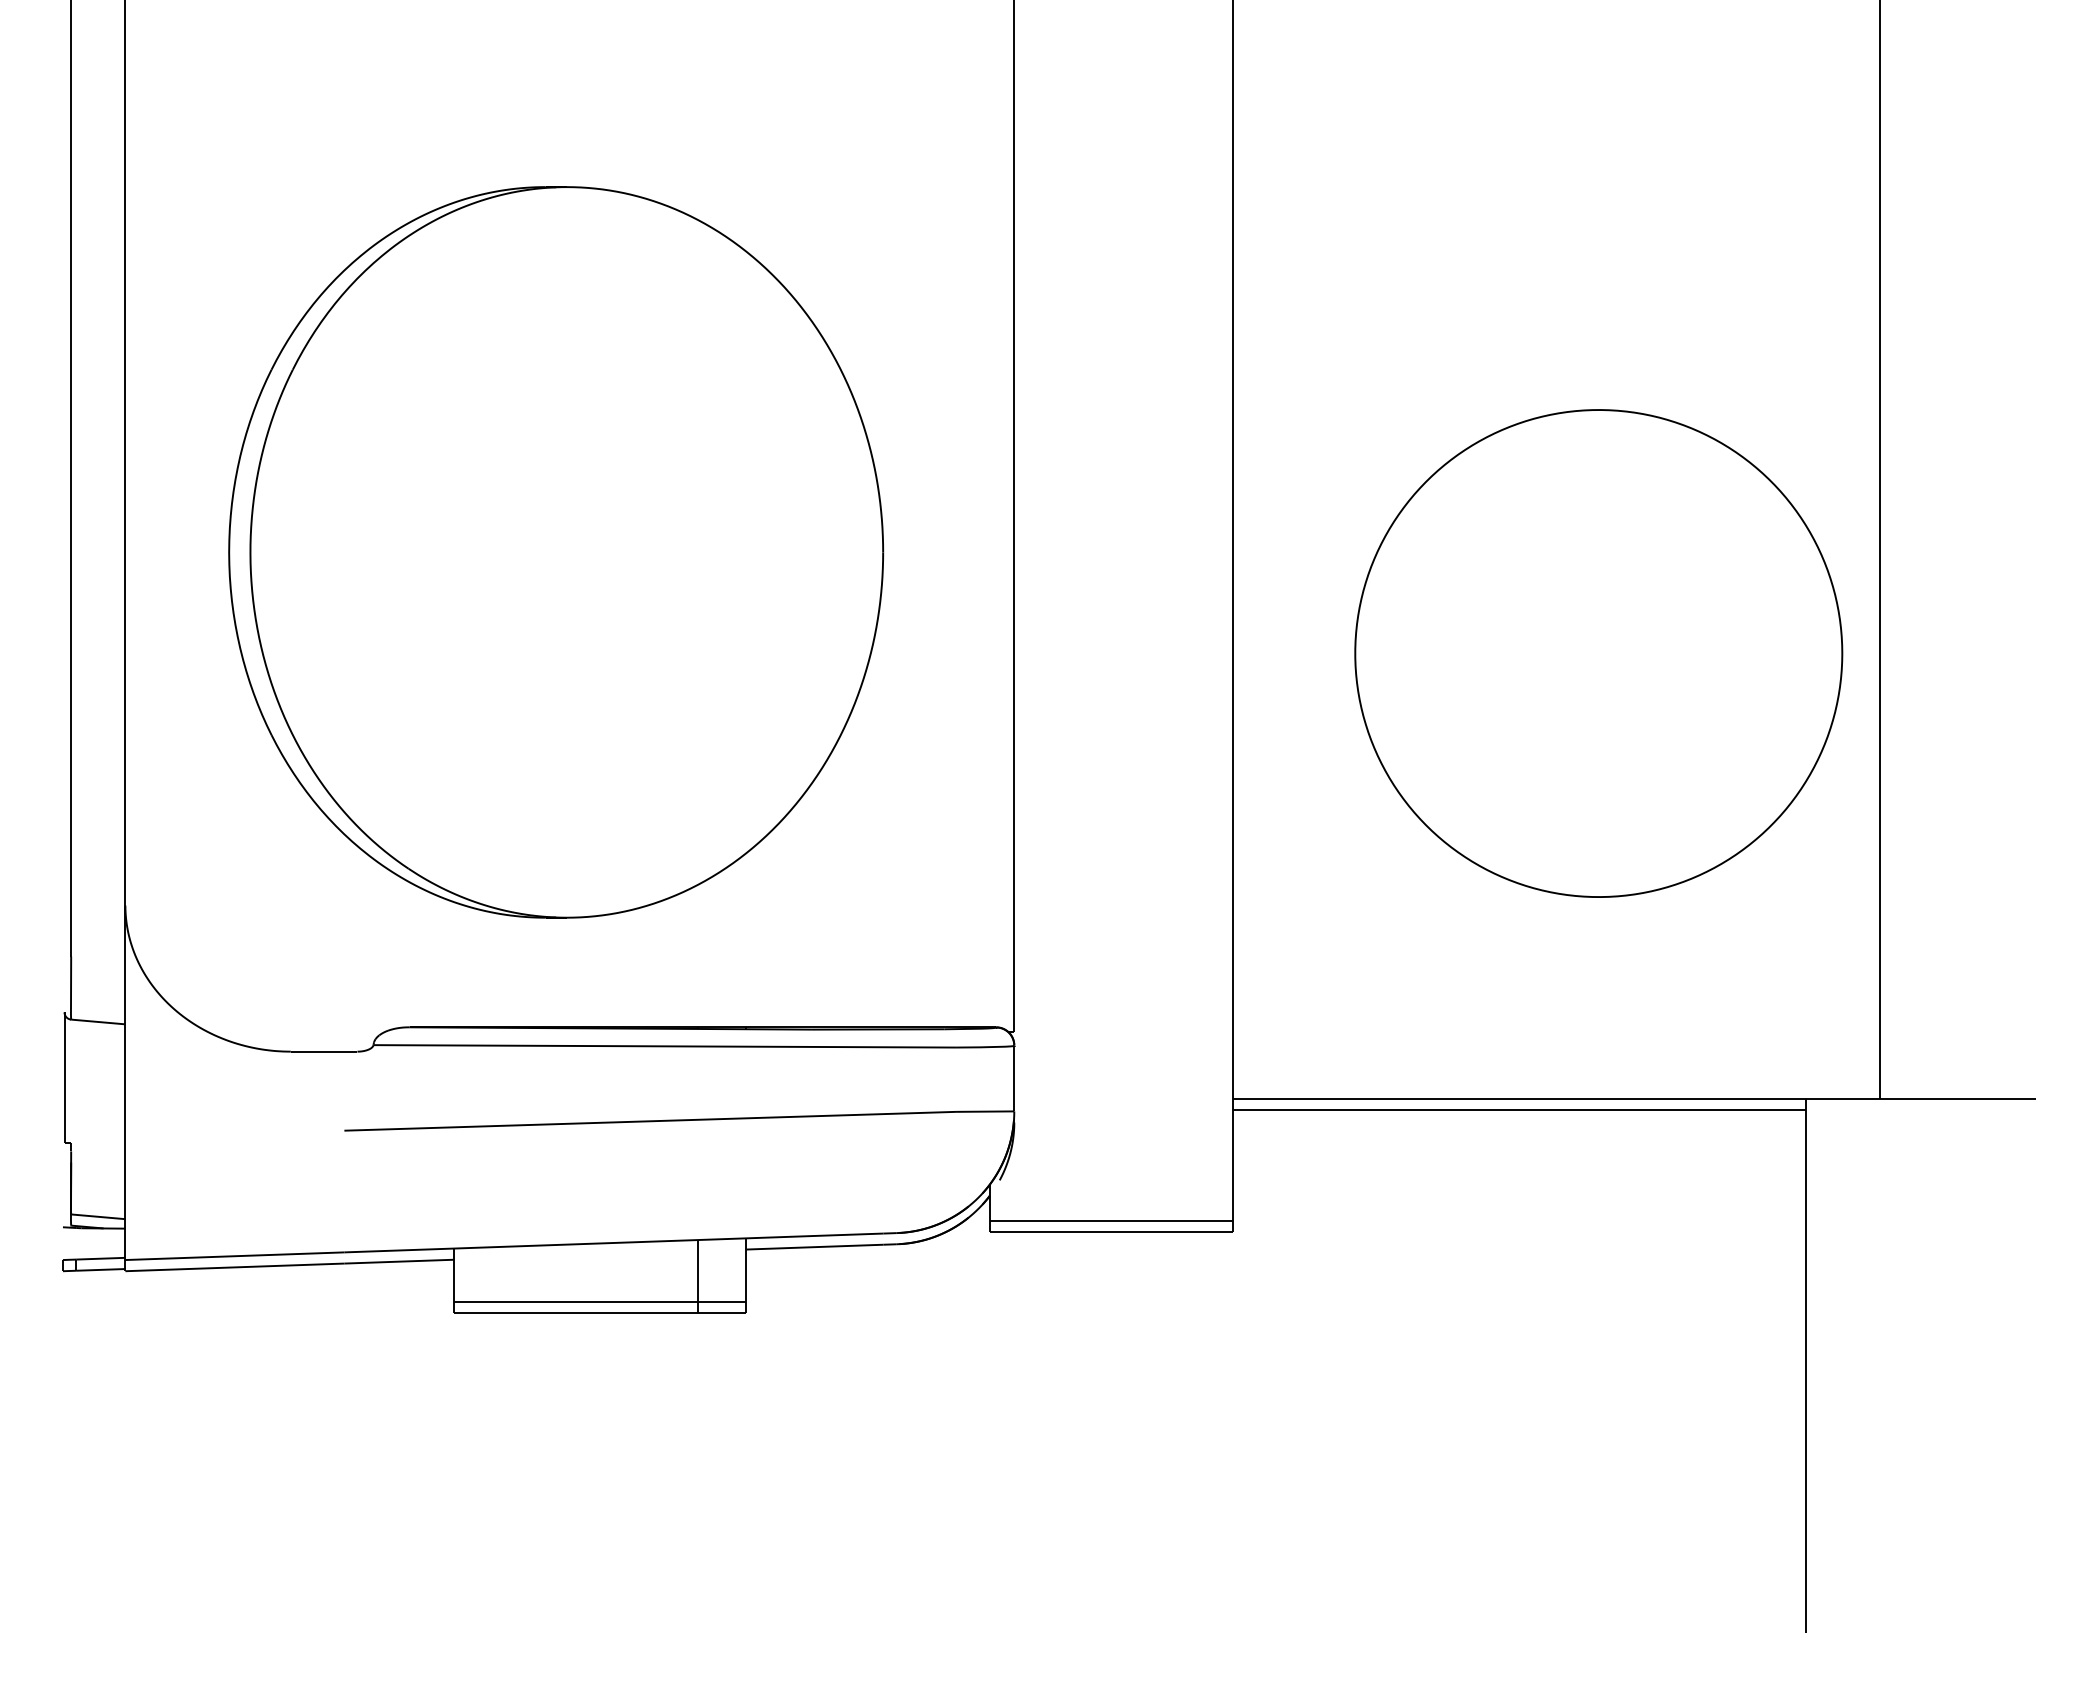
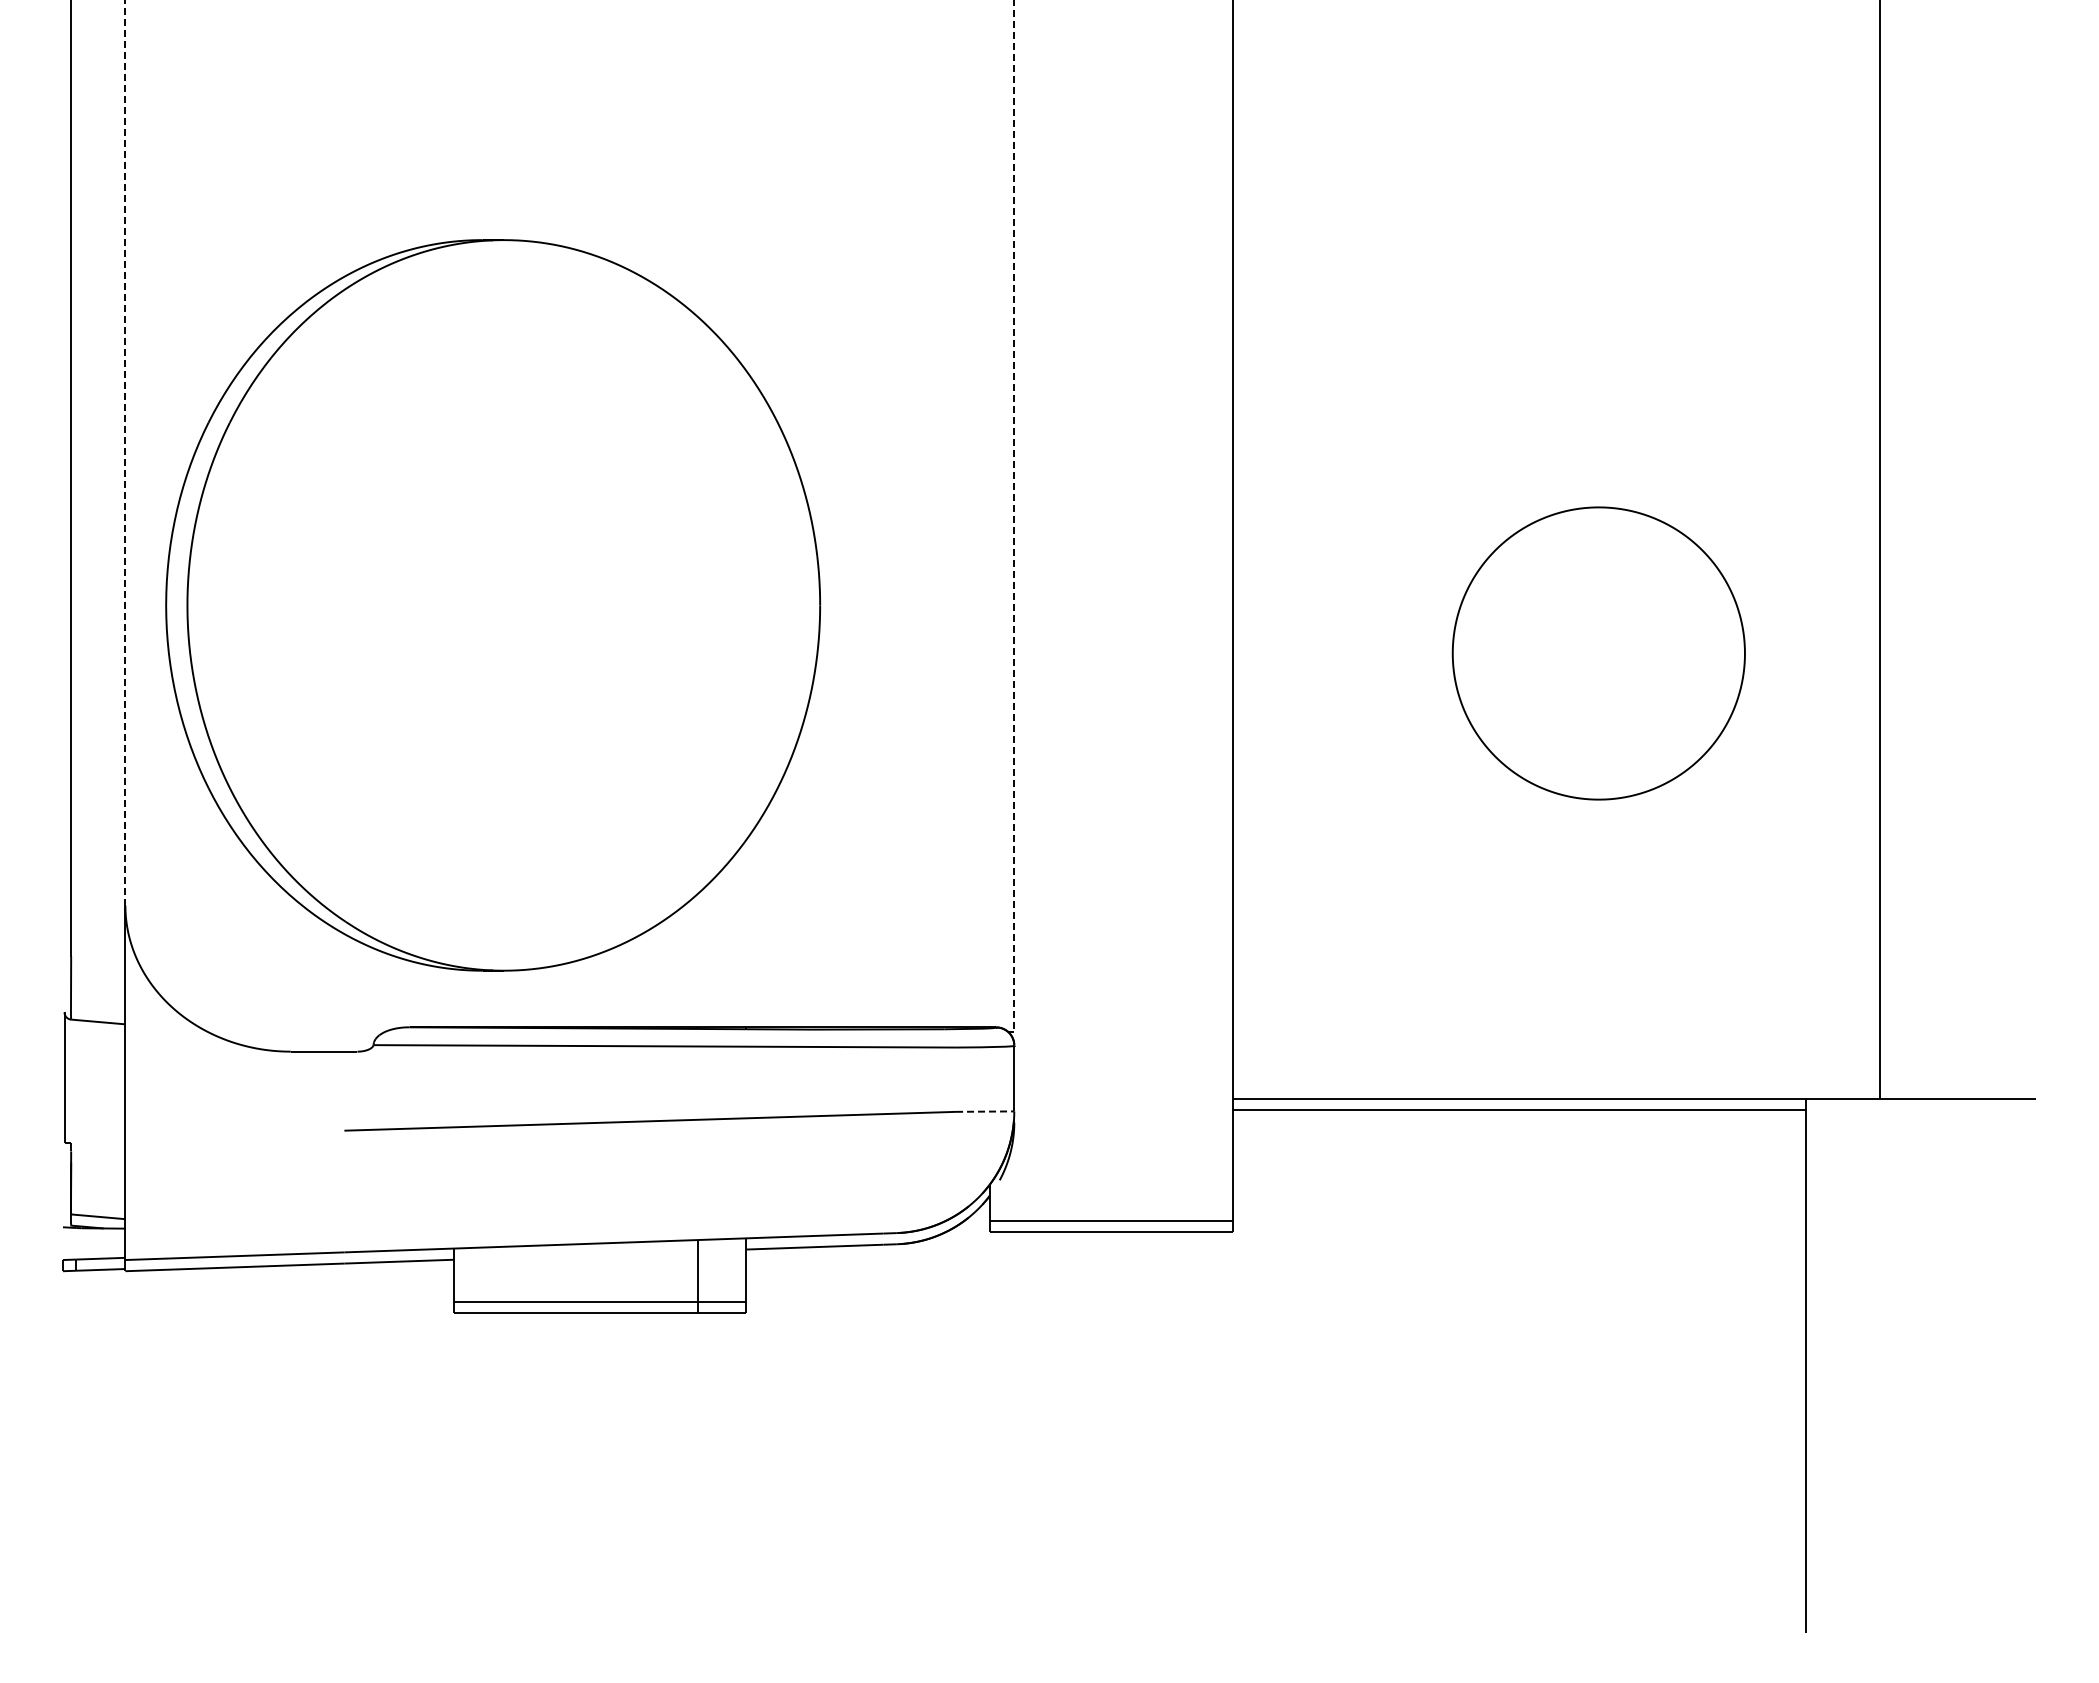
line at (125, 452): solid -> dashed
line at (1014, 515): solid -> dashed
part at (556, 552) position: (556, 552) -> (493, 605)
part at (1598, 653) size: 490x489 px -> 295x295 px
line at (985, 1111): solid -> dashed
